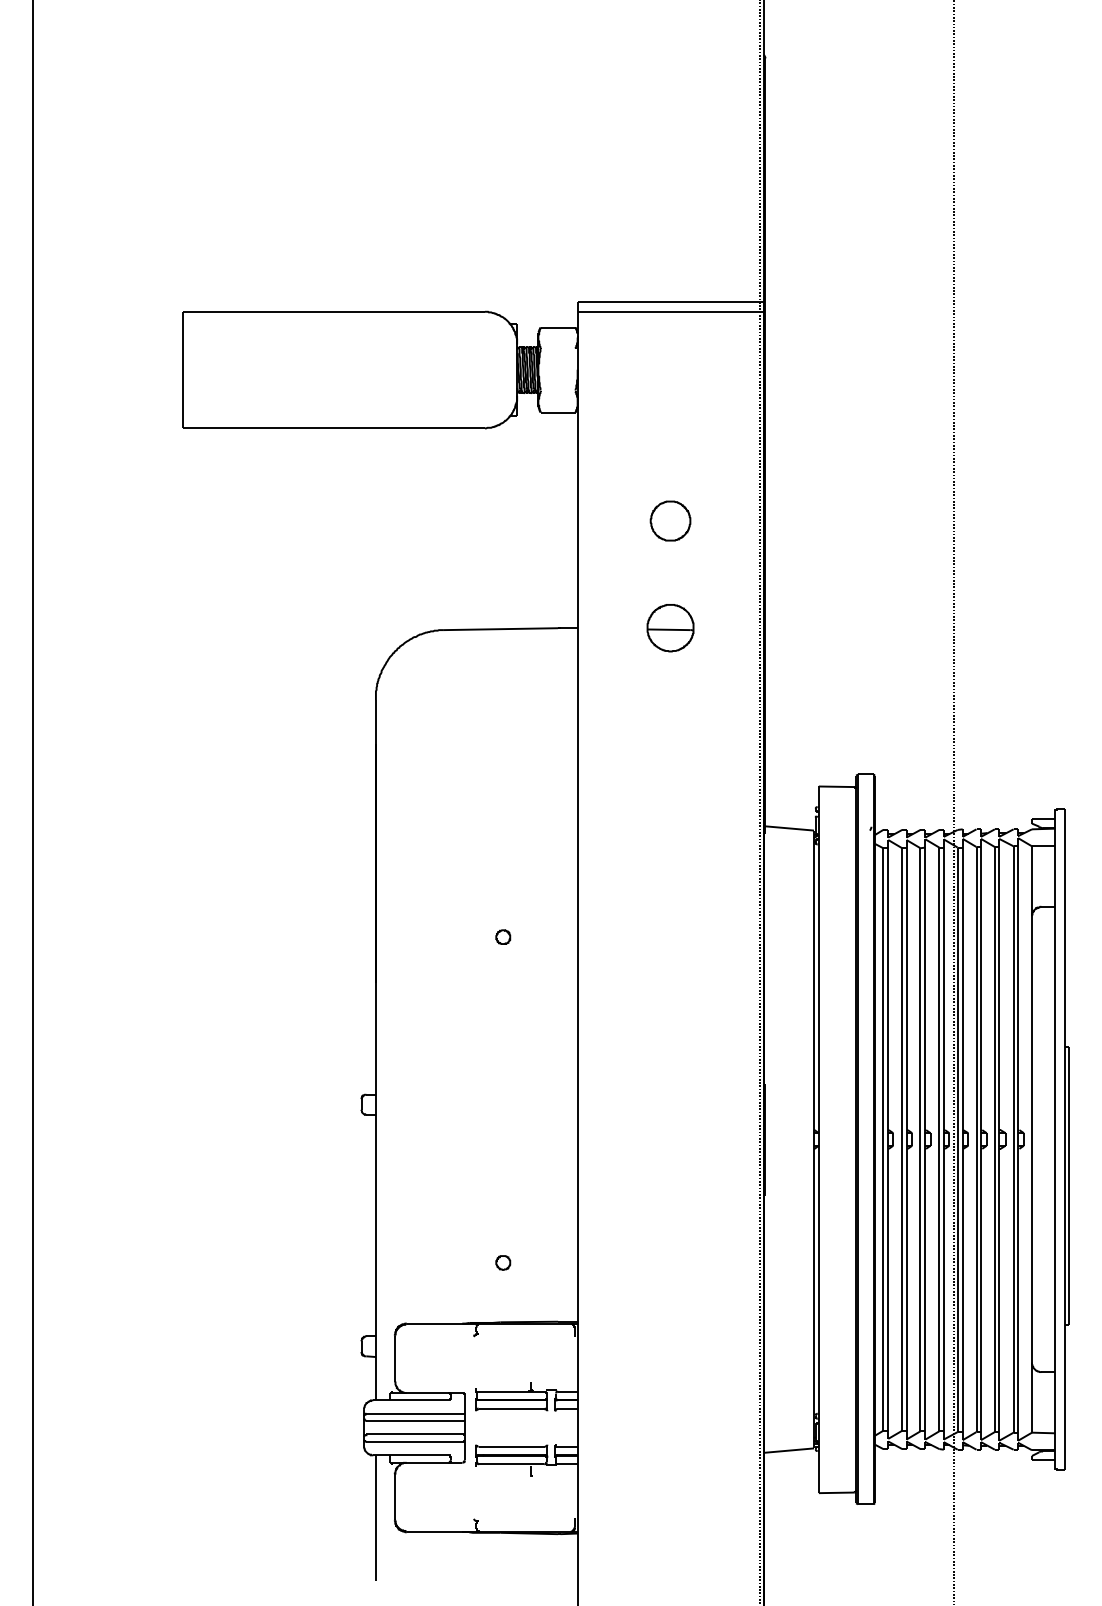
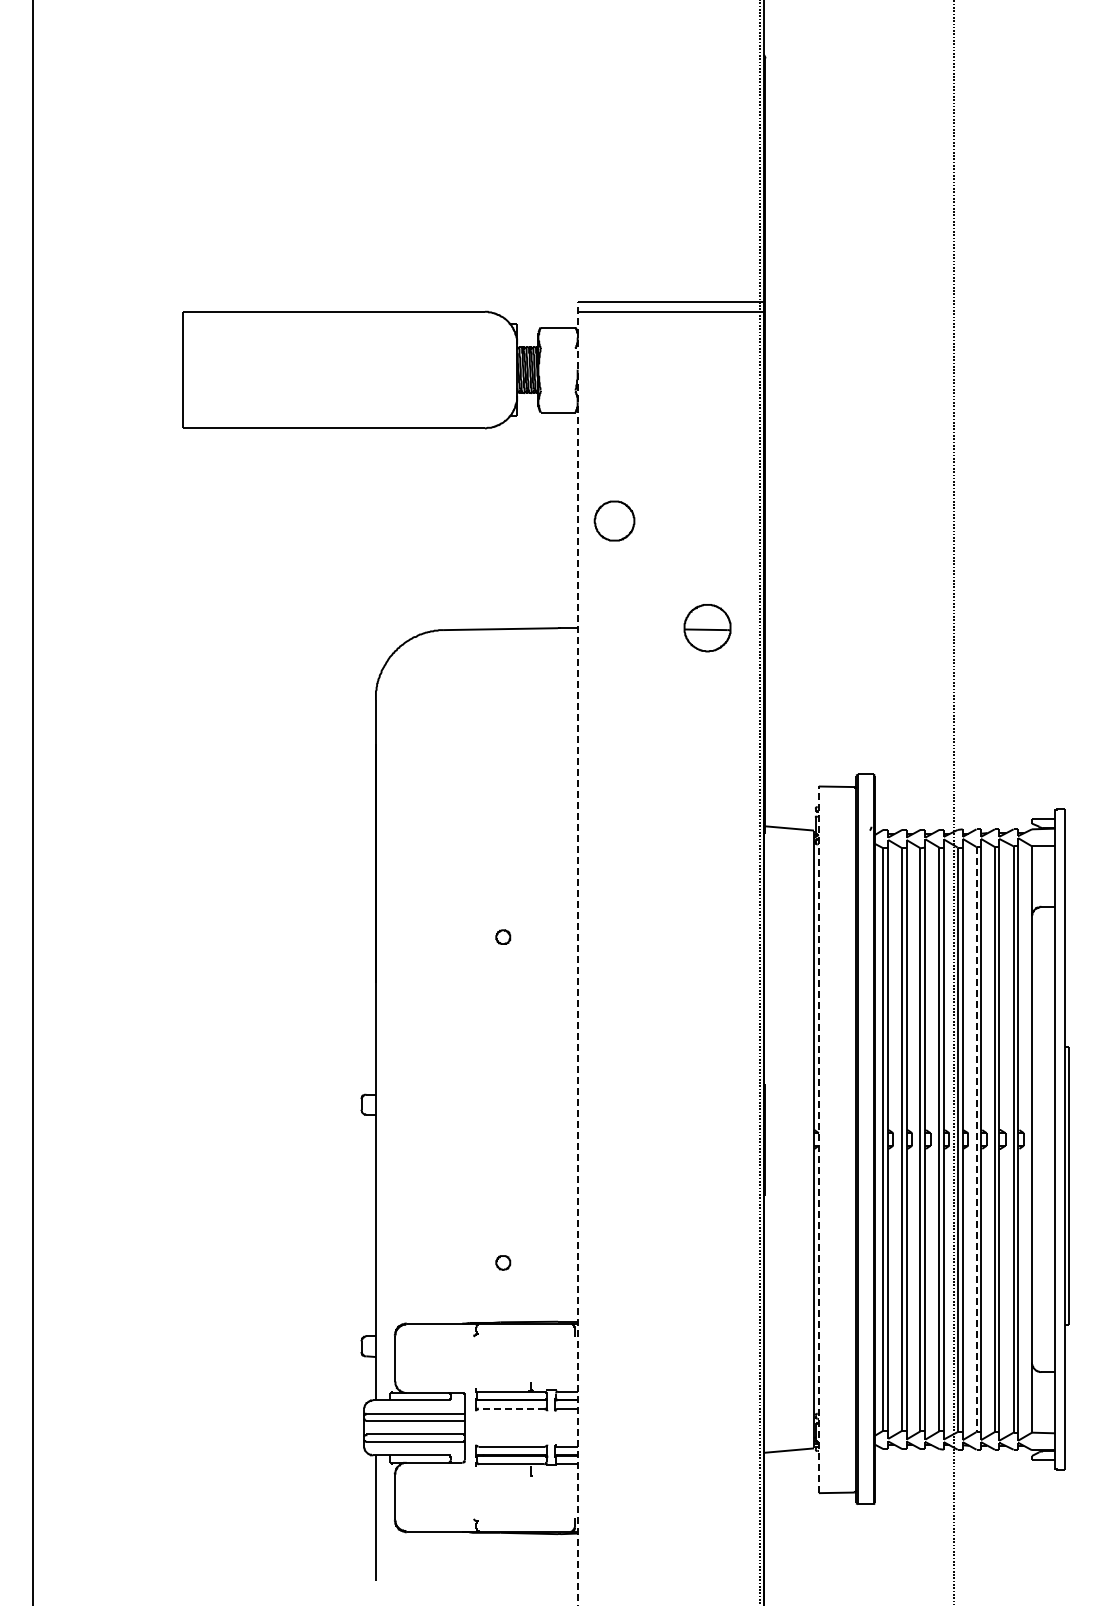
part at (670, 520) position: (670, 520) -> (614, 520)
part at (670, 628) position: (670, 628) -> (707, 628)
line at (577, 953): solid -> dashed
line at (818, 1139): solid -> dashed
line at (976, 1139): solid -> dashed
line at (511, 1408): solid -> dashed
